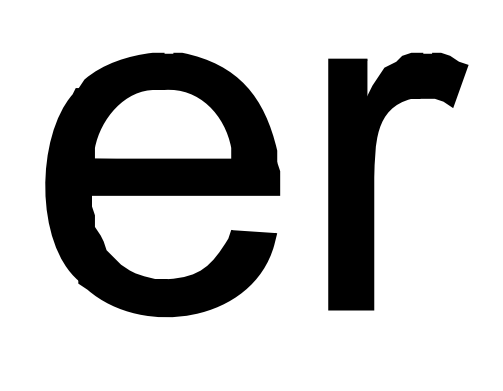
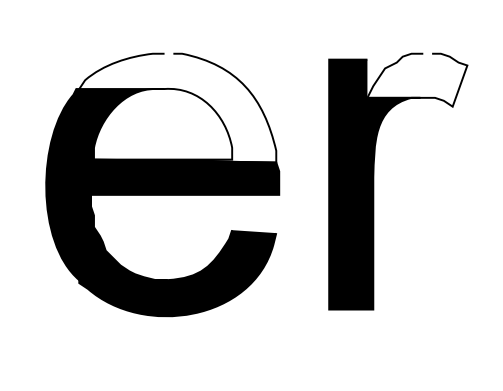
fill at (417, 79): present -> none
fill at (177, 107): present -> none
